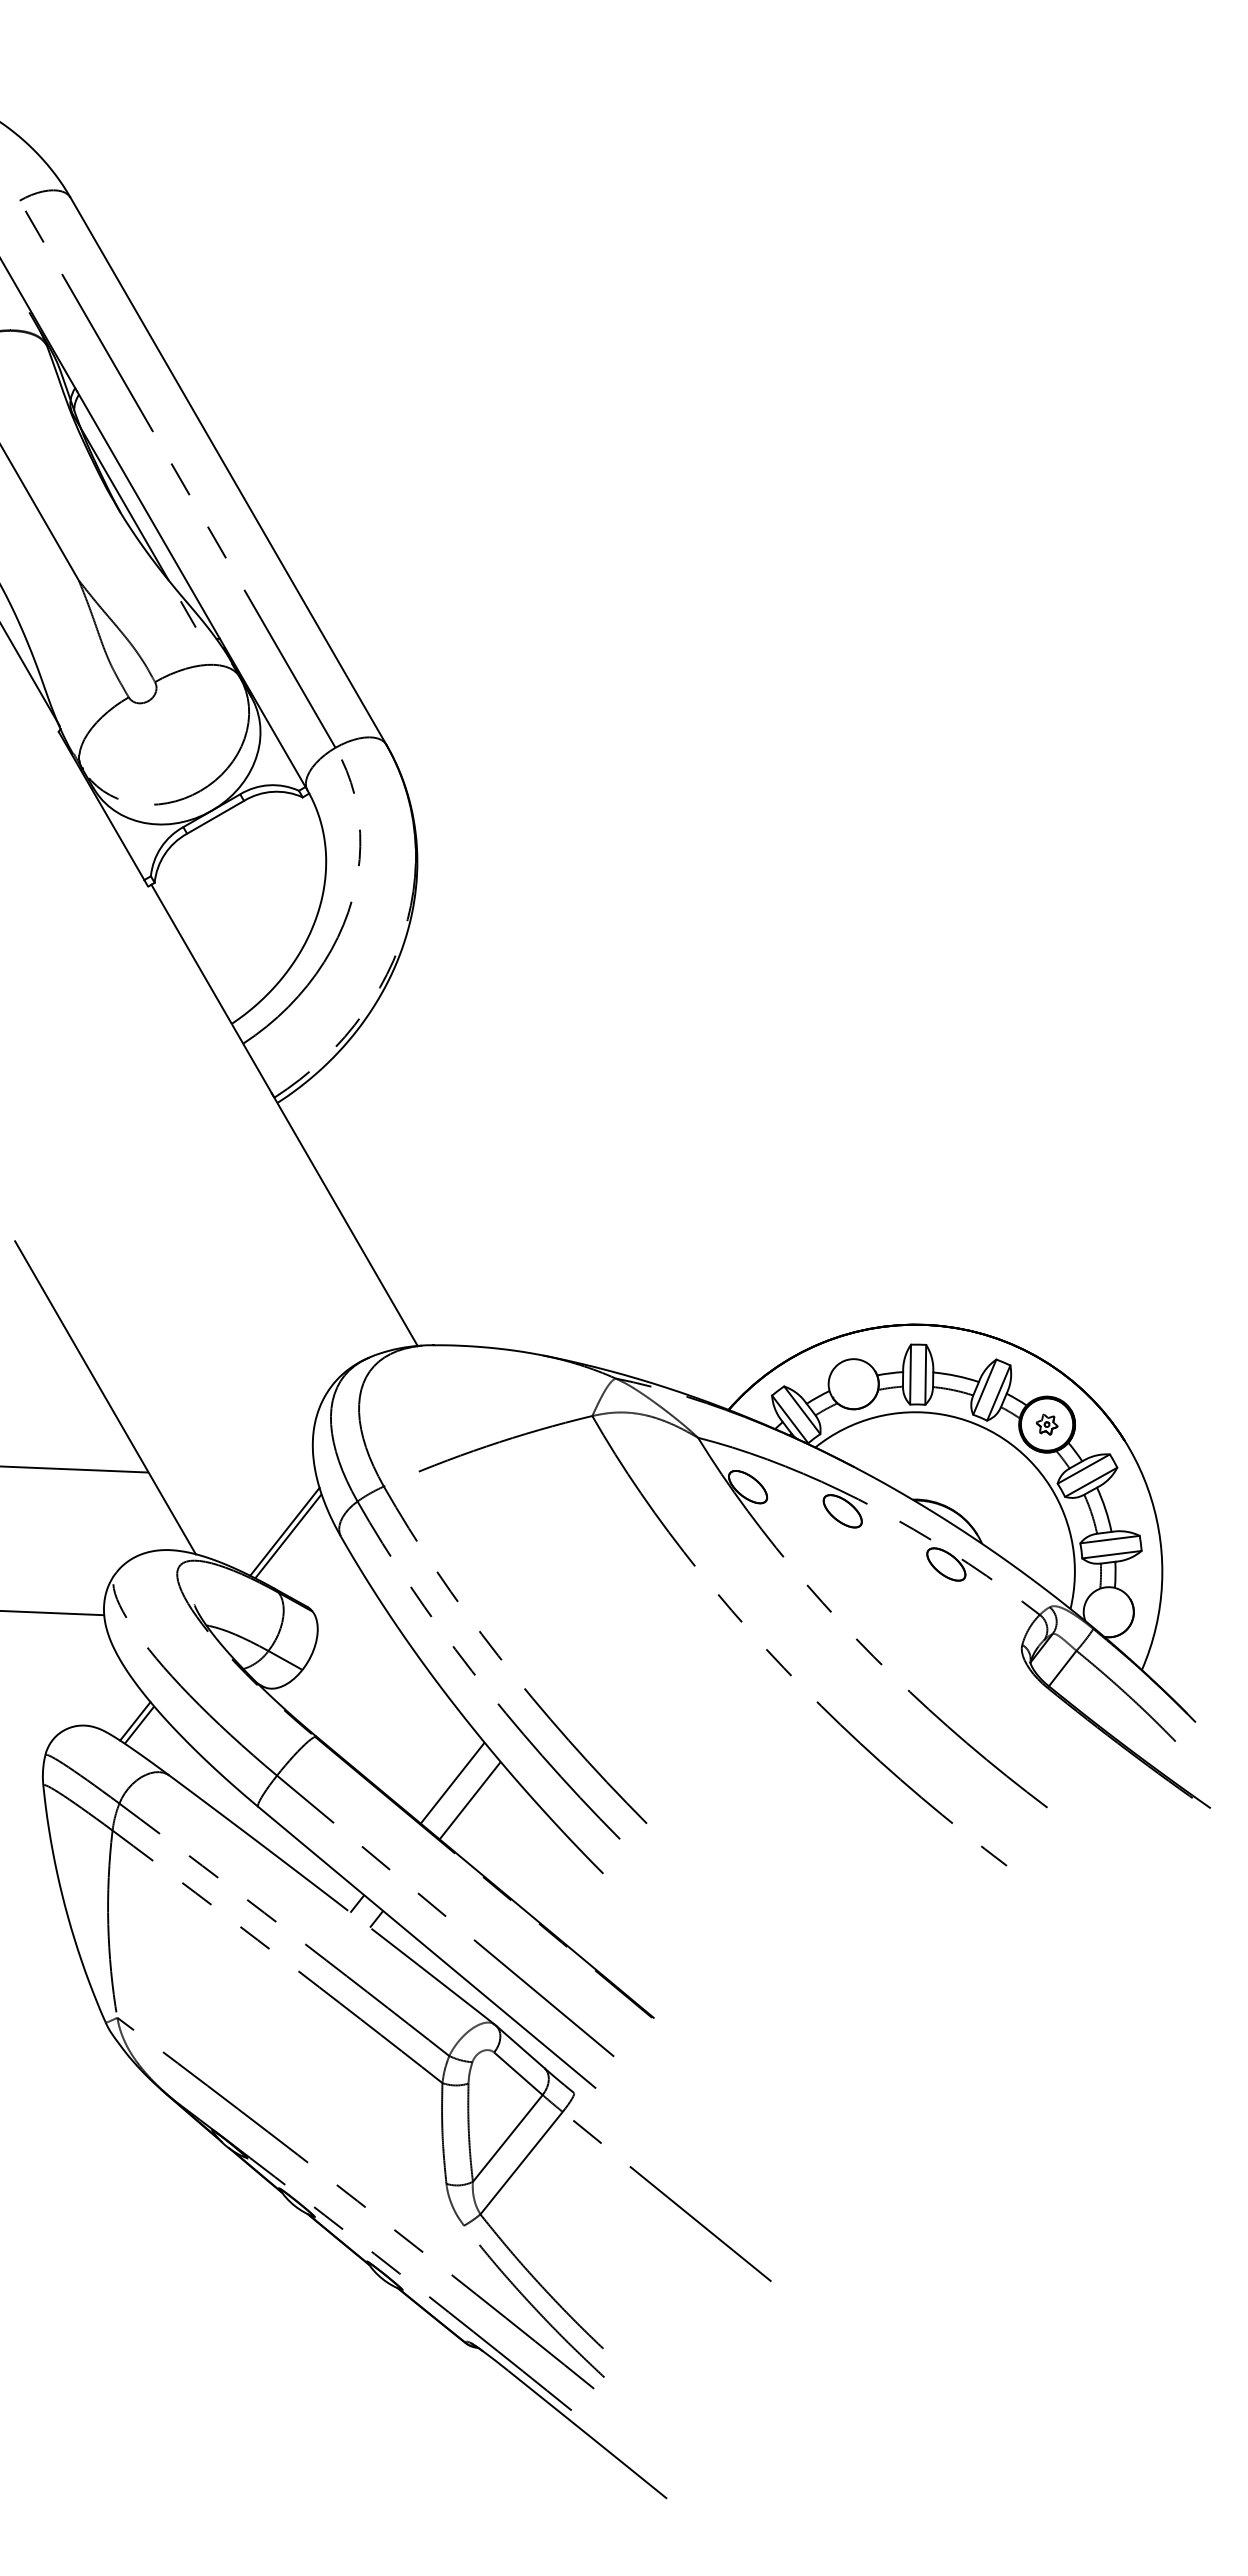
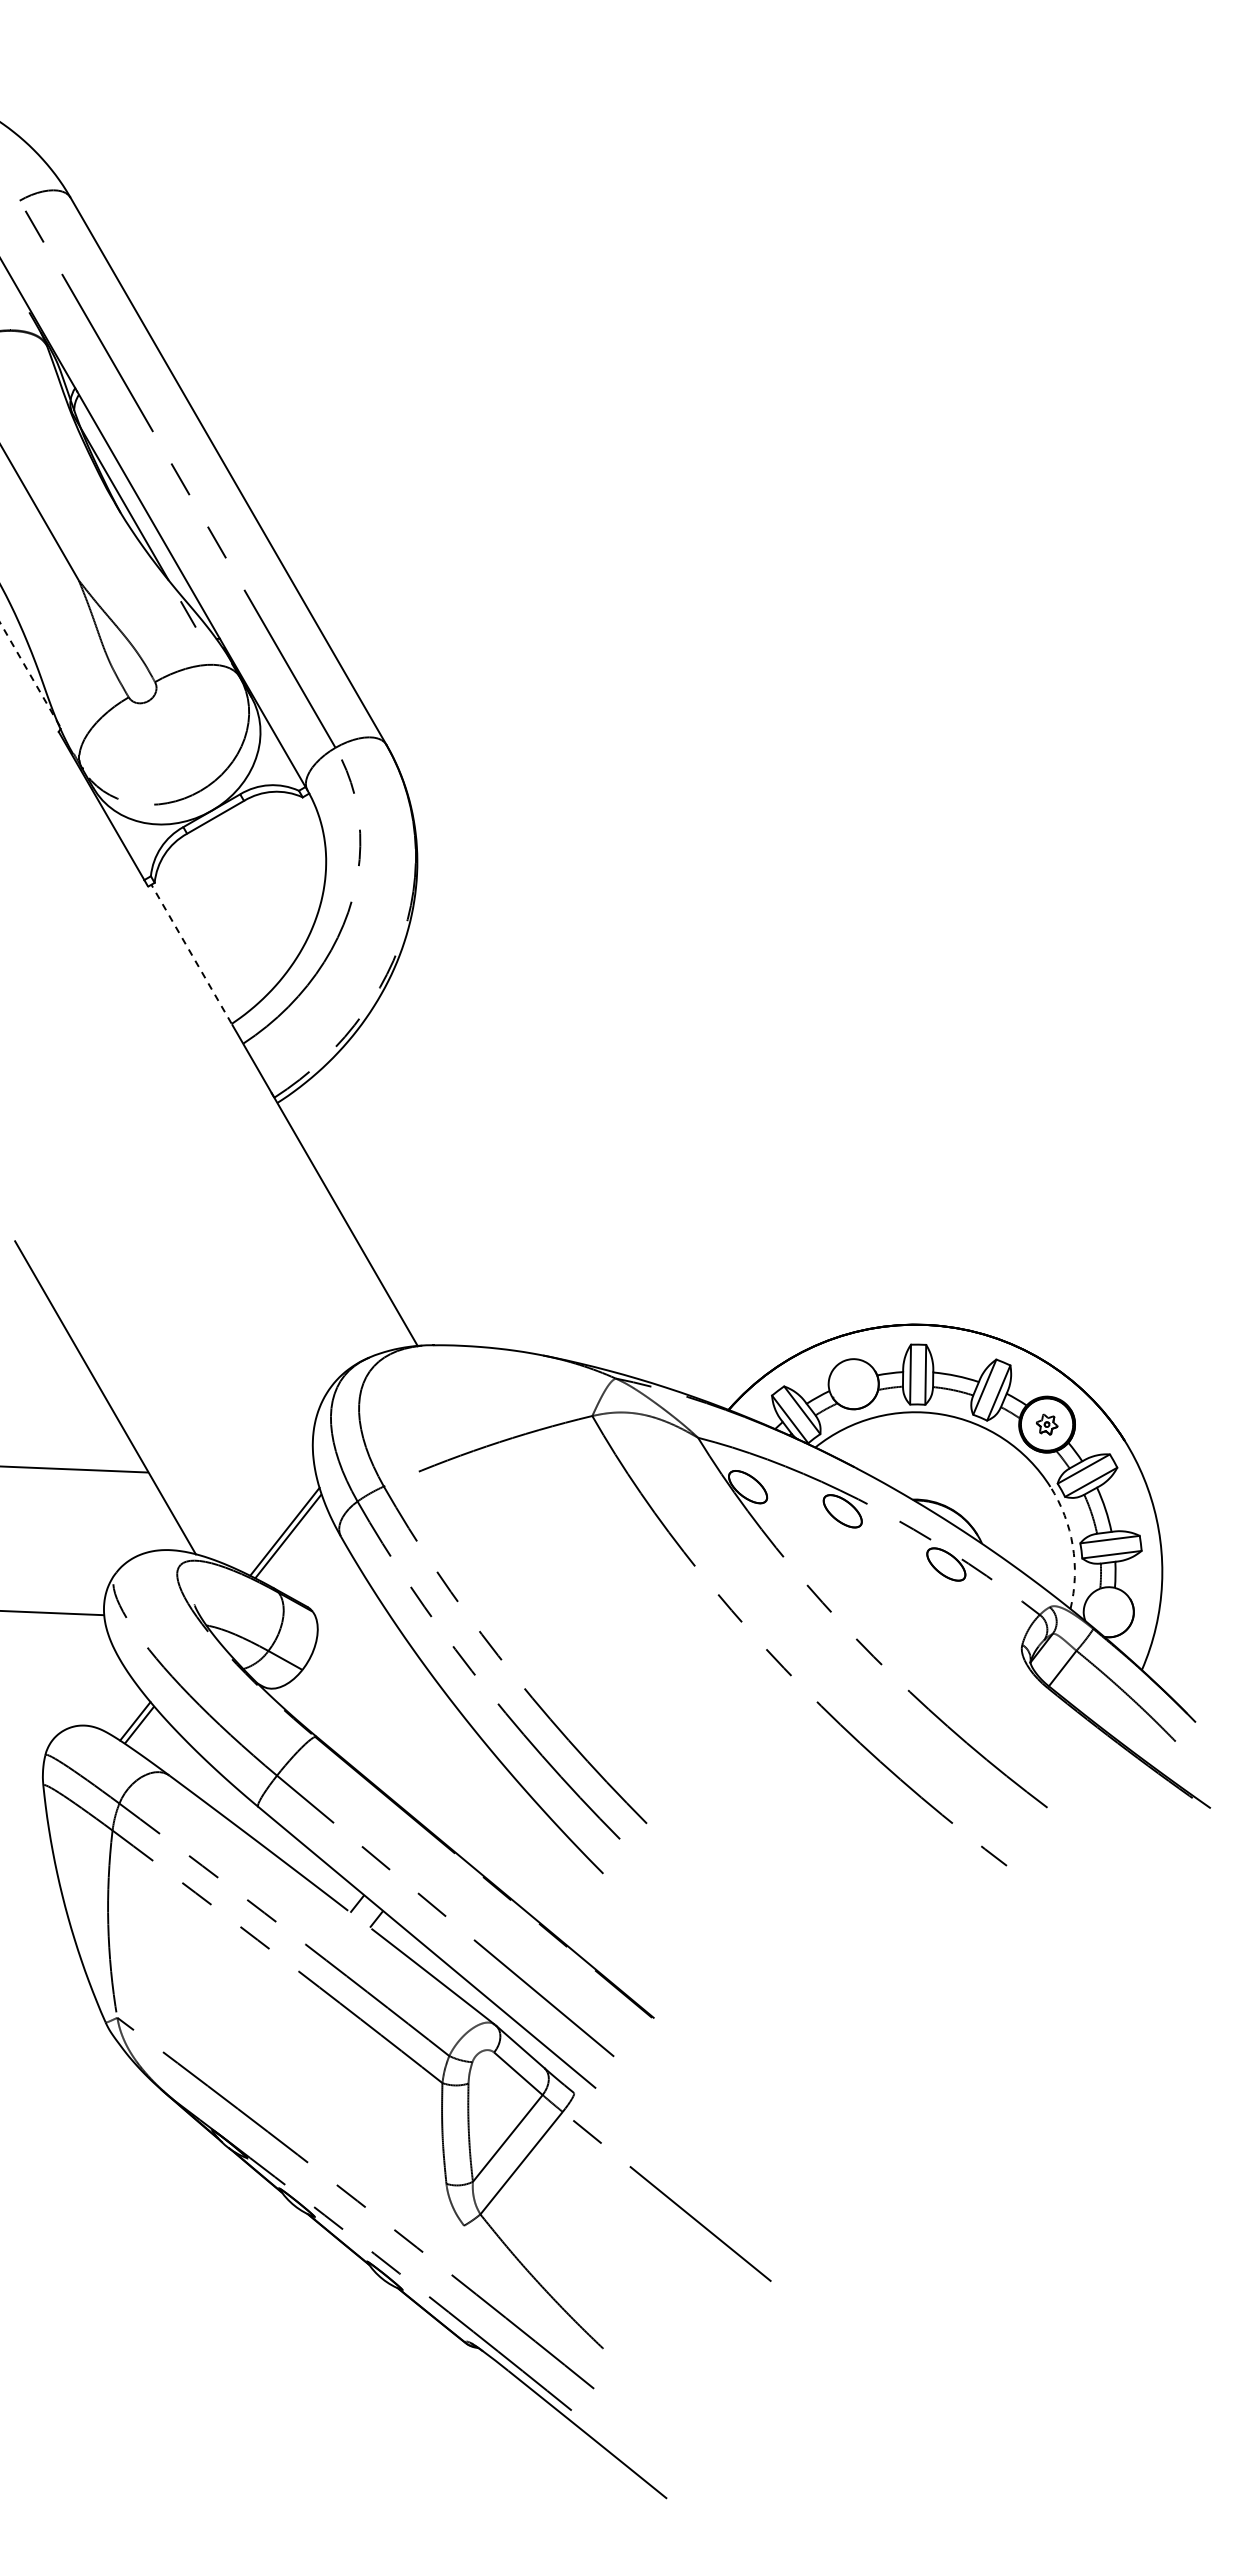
line at (29, 674): solid -> dashed
line at (191, 953): solid -> dashed
arc at (1072, 1545): solid -> dashed
line at (452, 1782): present -> none
line at (469, 1800): present -> none
curve at (539, 2311): present -> none
